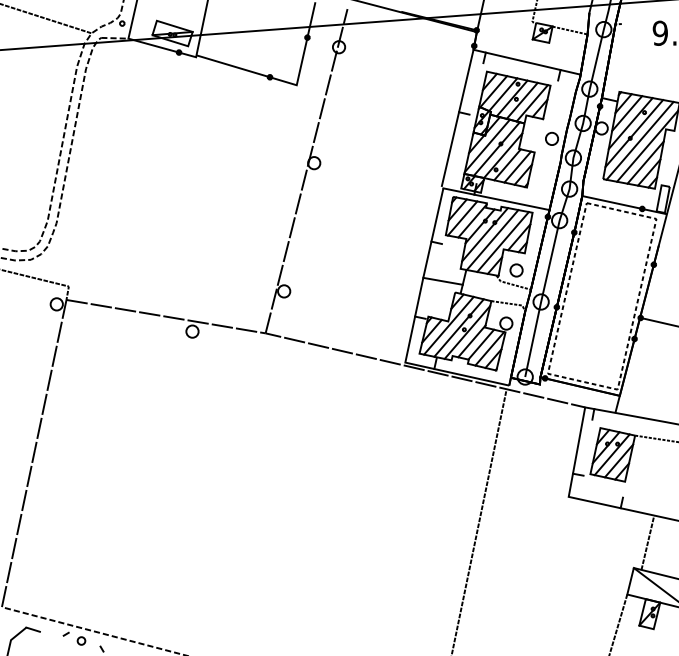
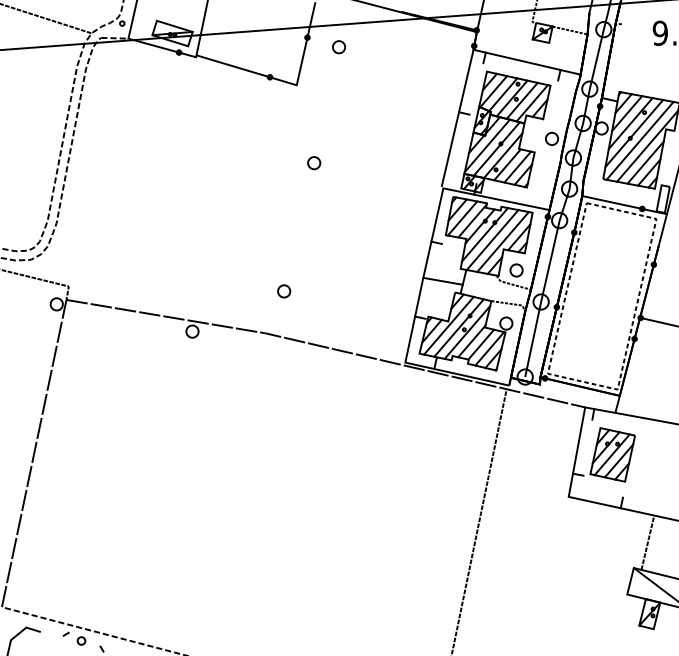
line at (306, 171): present -> none
line at (655, 438): present -> none
line at (618, 623): present -> none
